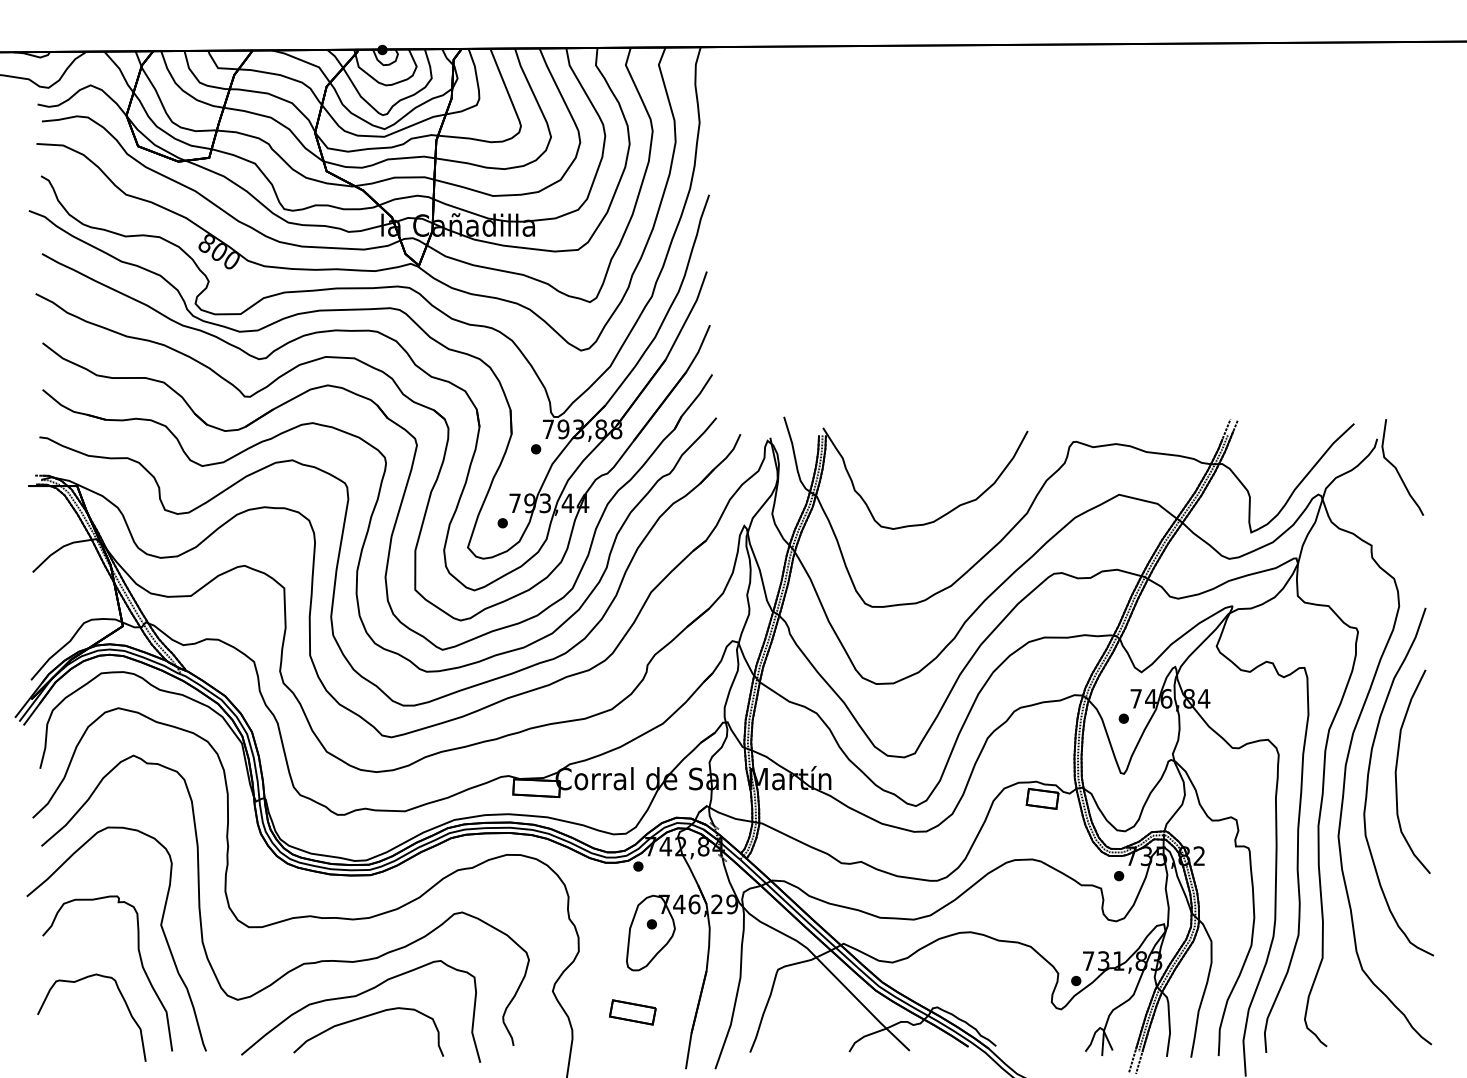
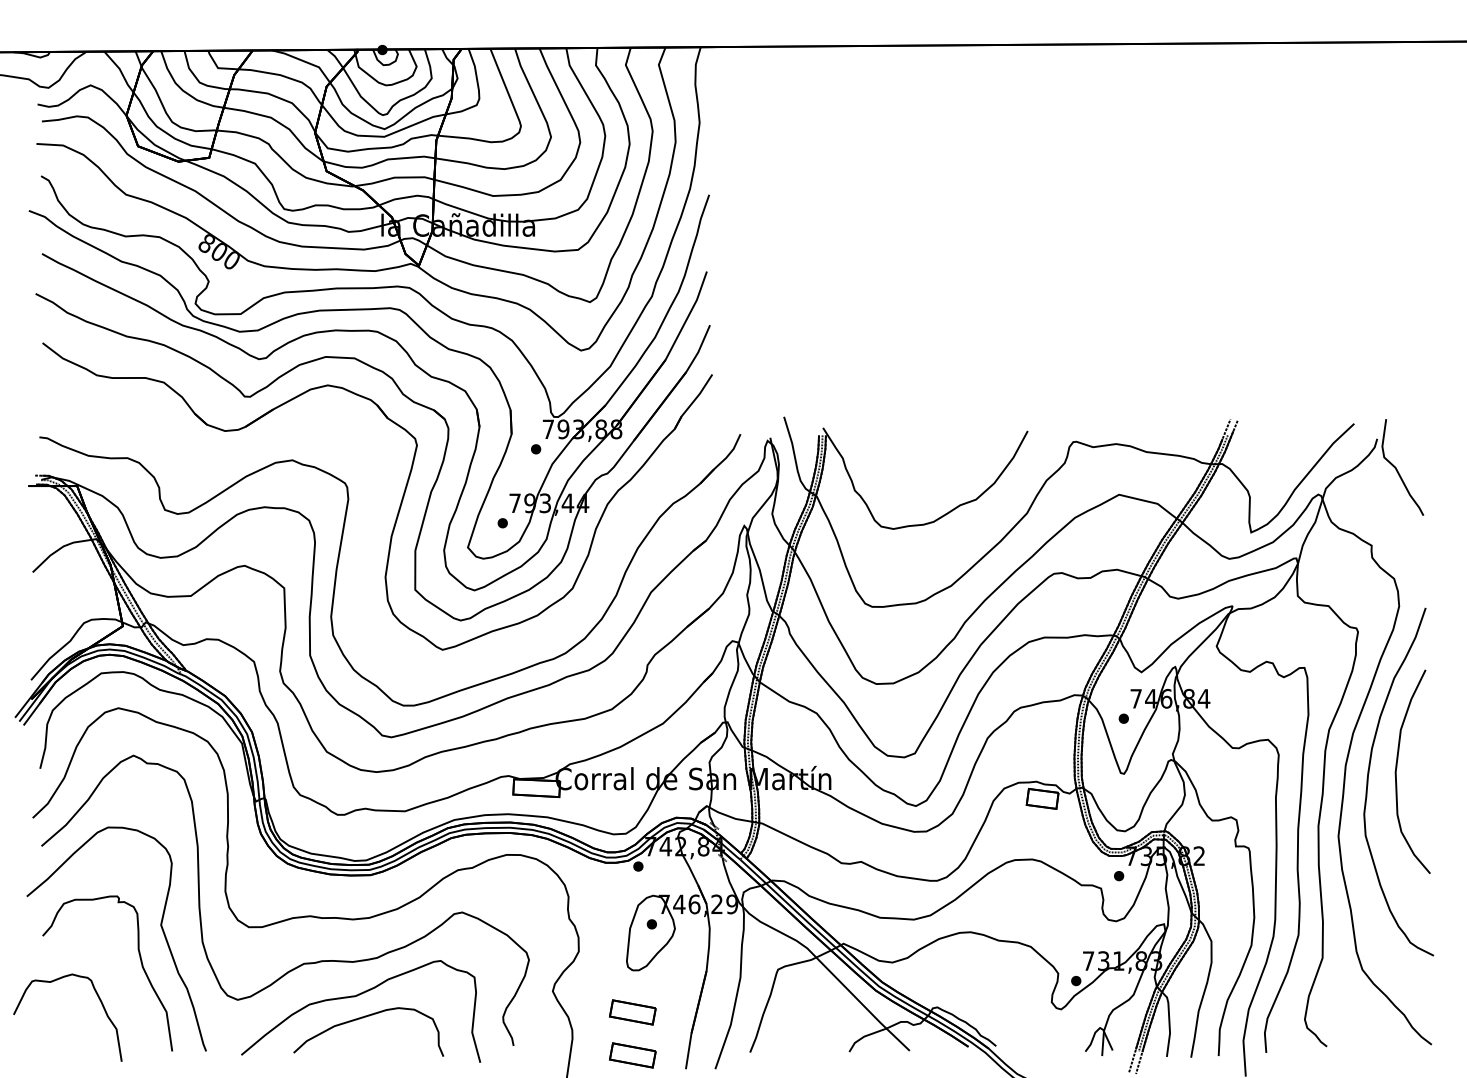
part at (369, 529): present -> none
part at (123, 1000) position: (123, 1000) -> (99, 1000)
part at (632, 1055): none -> present
